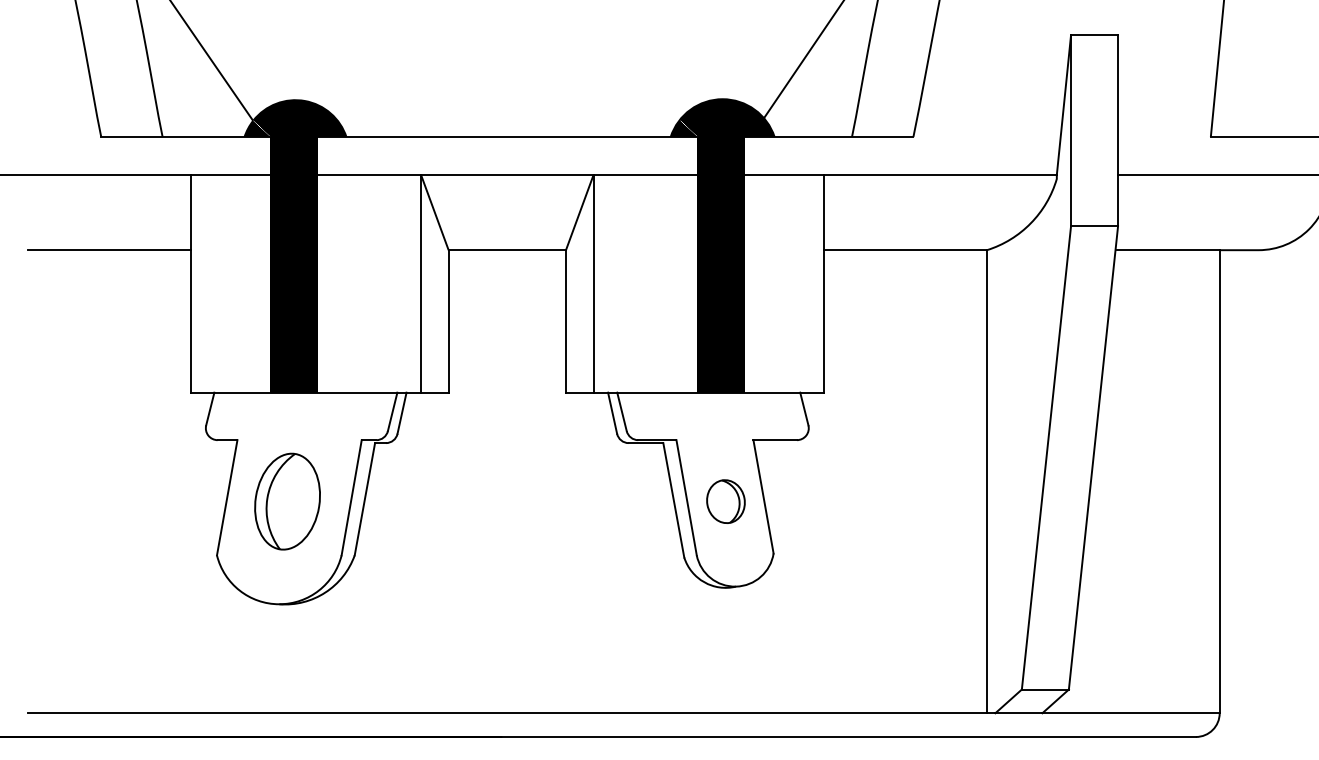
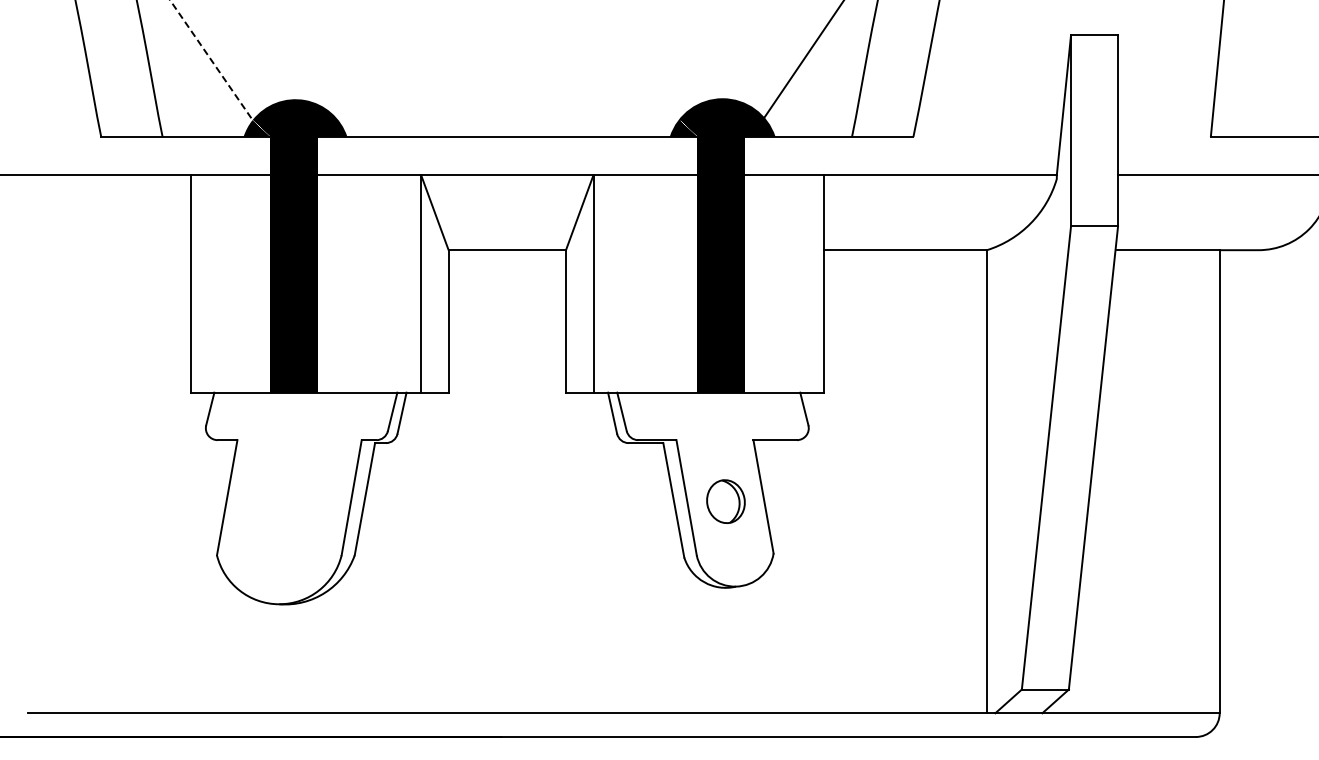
line at (211, 60): solid -> dashed
line at (108, 250): present -> none
part at (287, 501): present -> none
